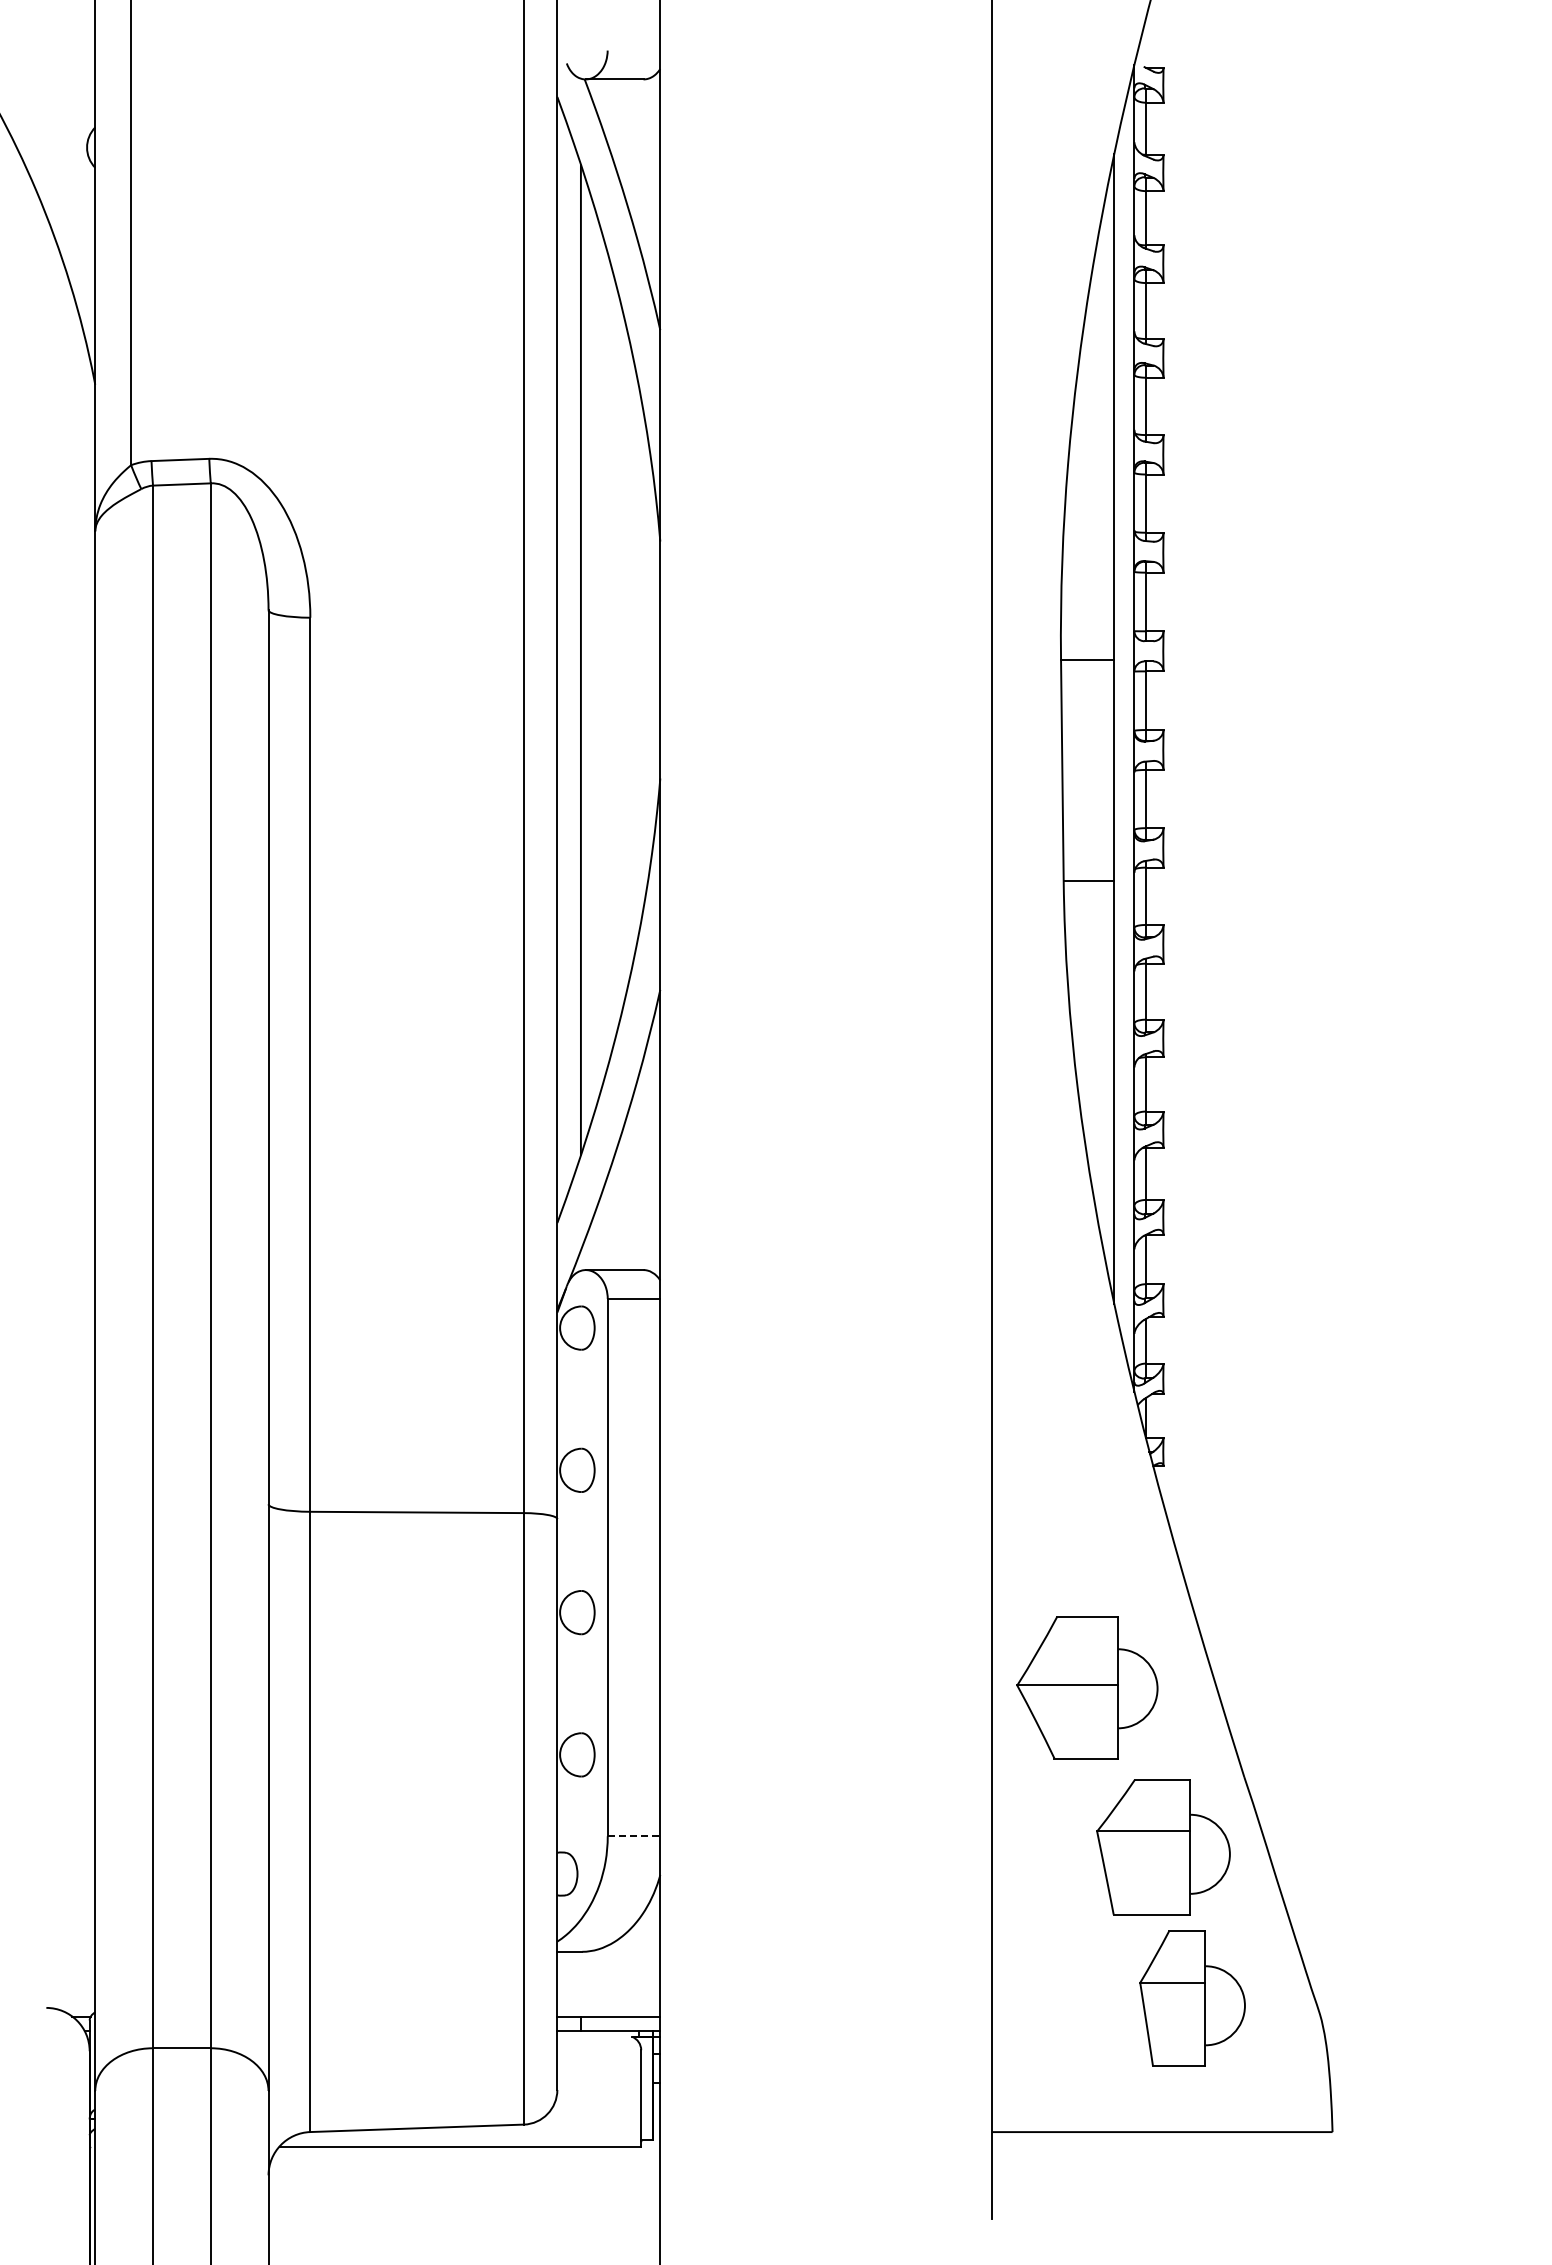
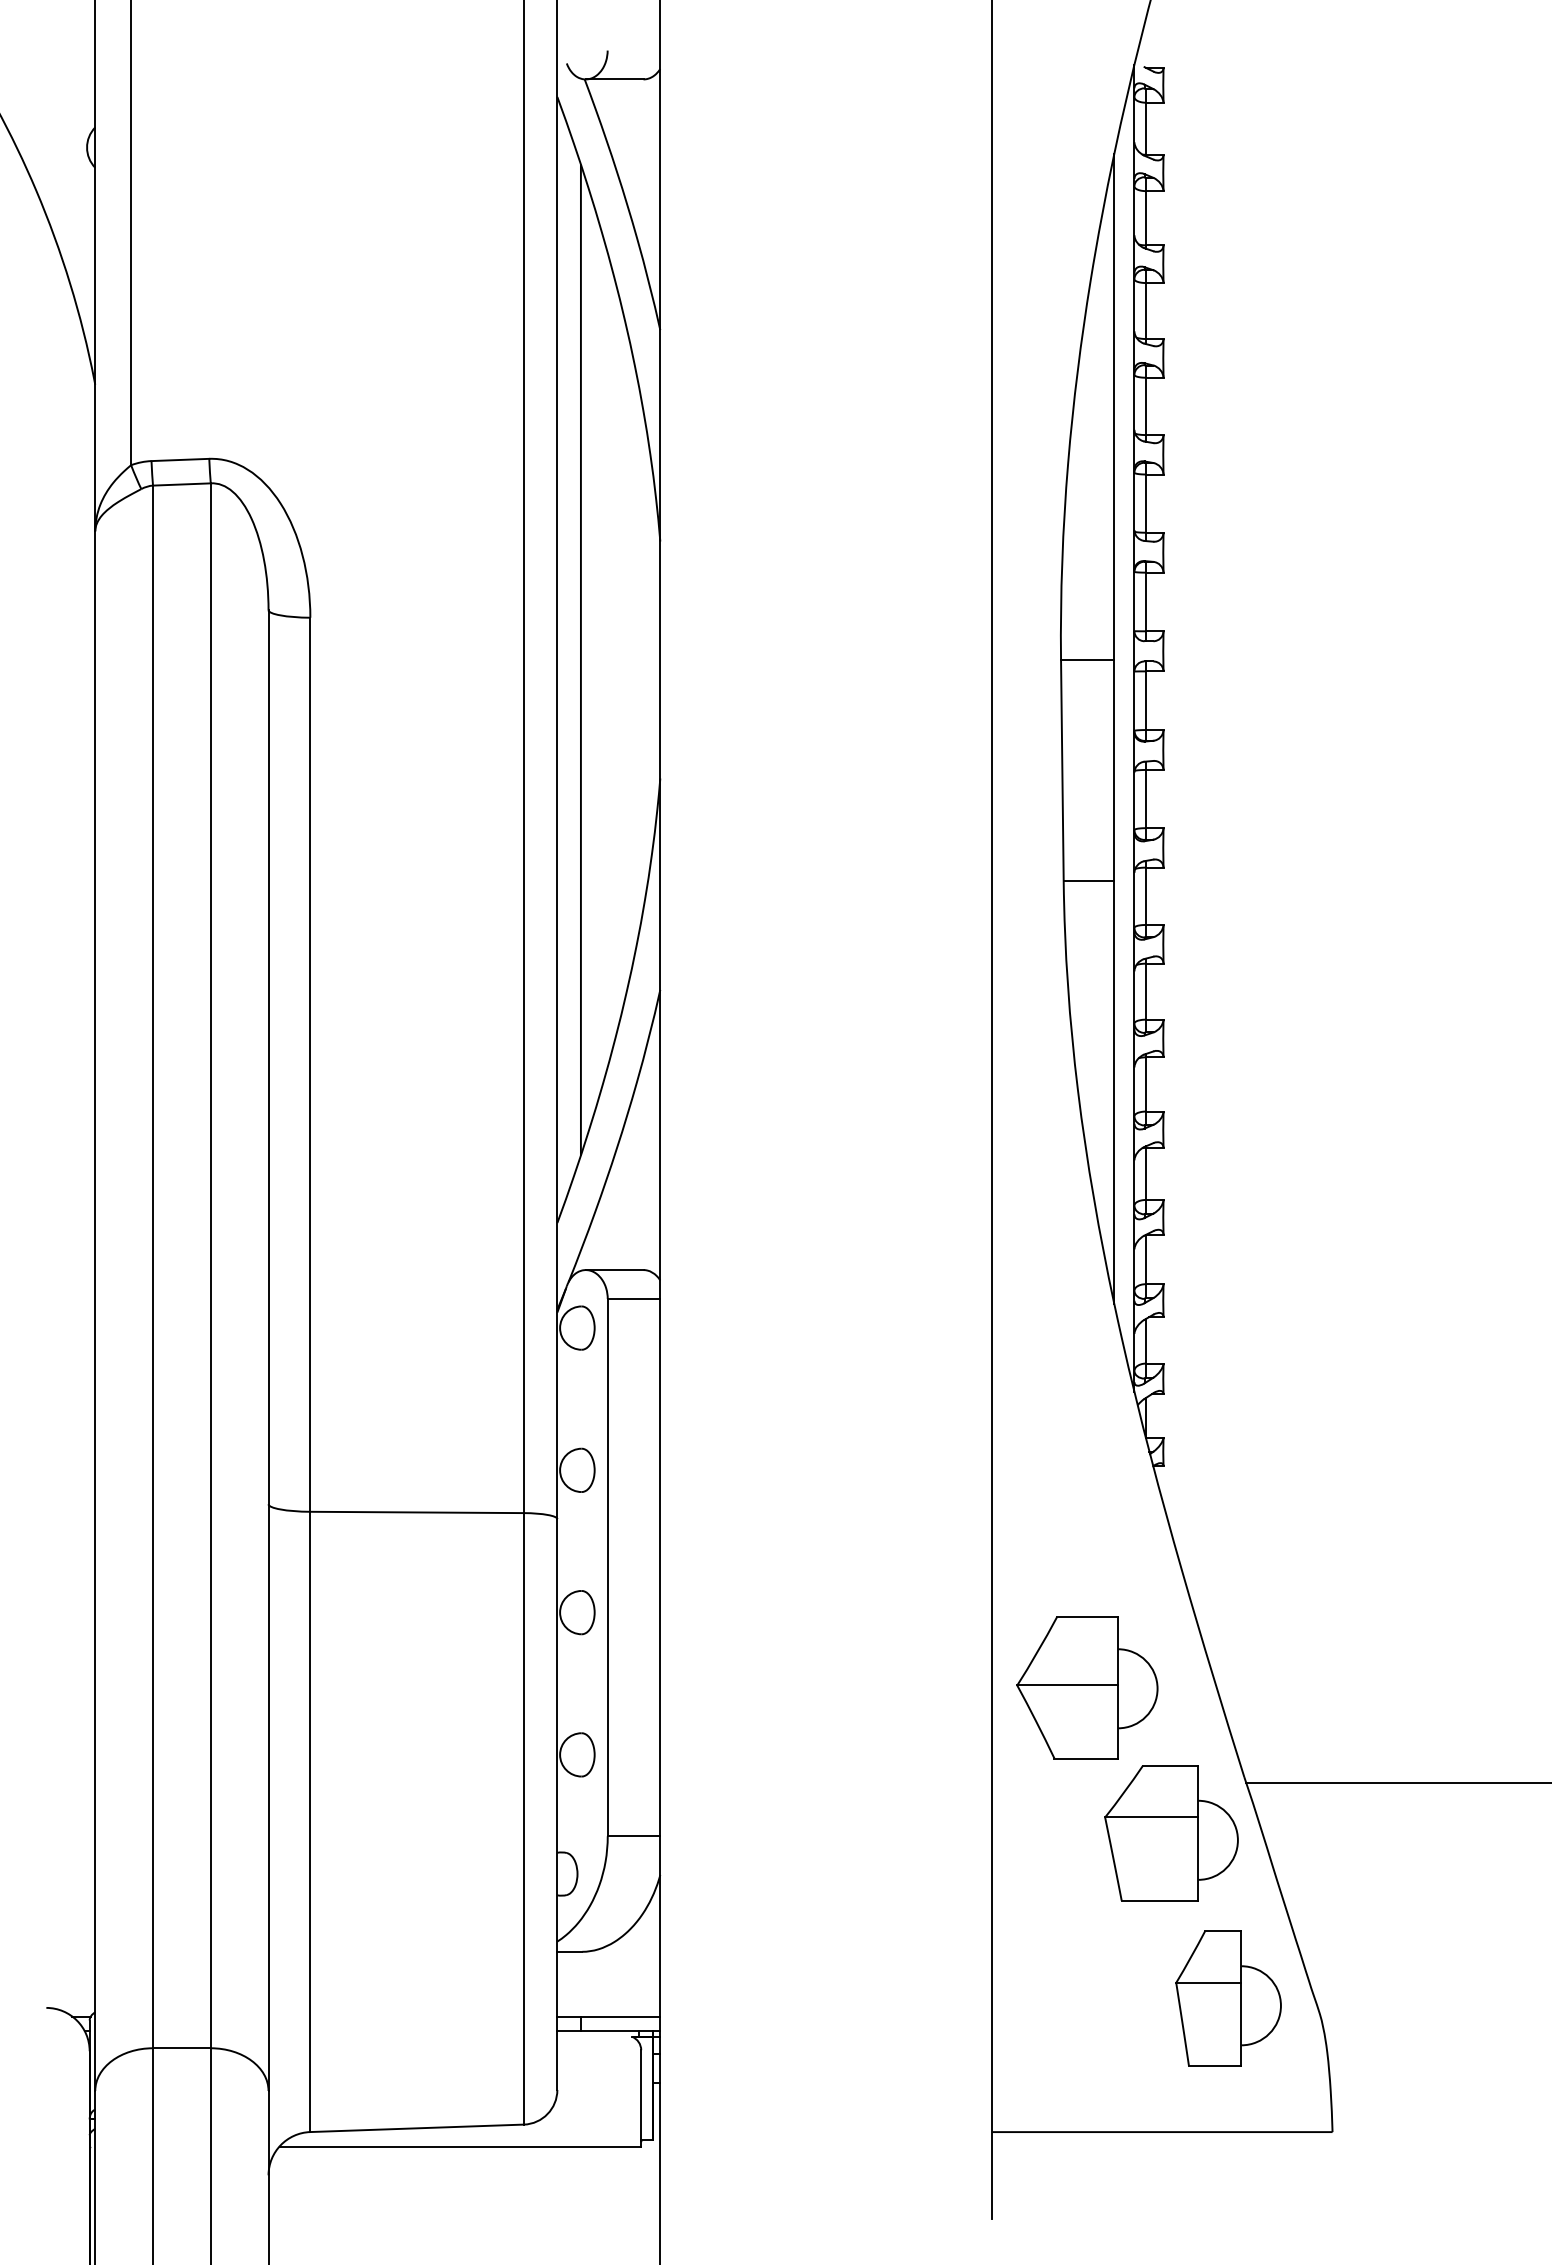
line at (1397, 1783): none -> present
line at (634, 1836): dashed -> solid
part at (1163, 1847) position: (1163, 1847) -> (1171, 1833)
part at (1192, 1998) position: (1192, 1998) -> (1228, 1998)
